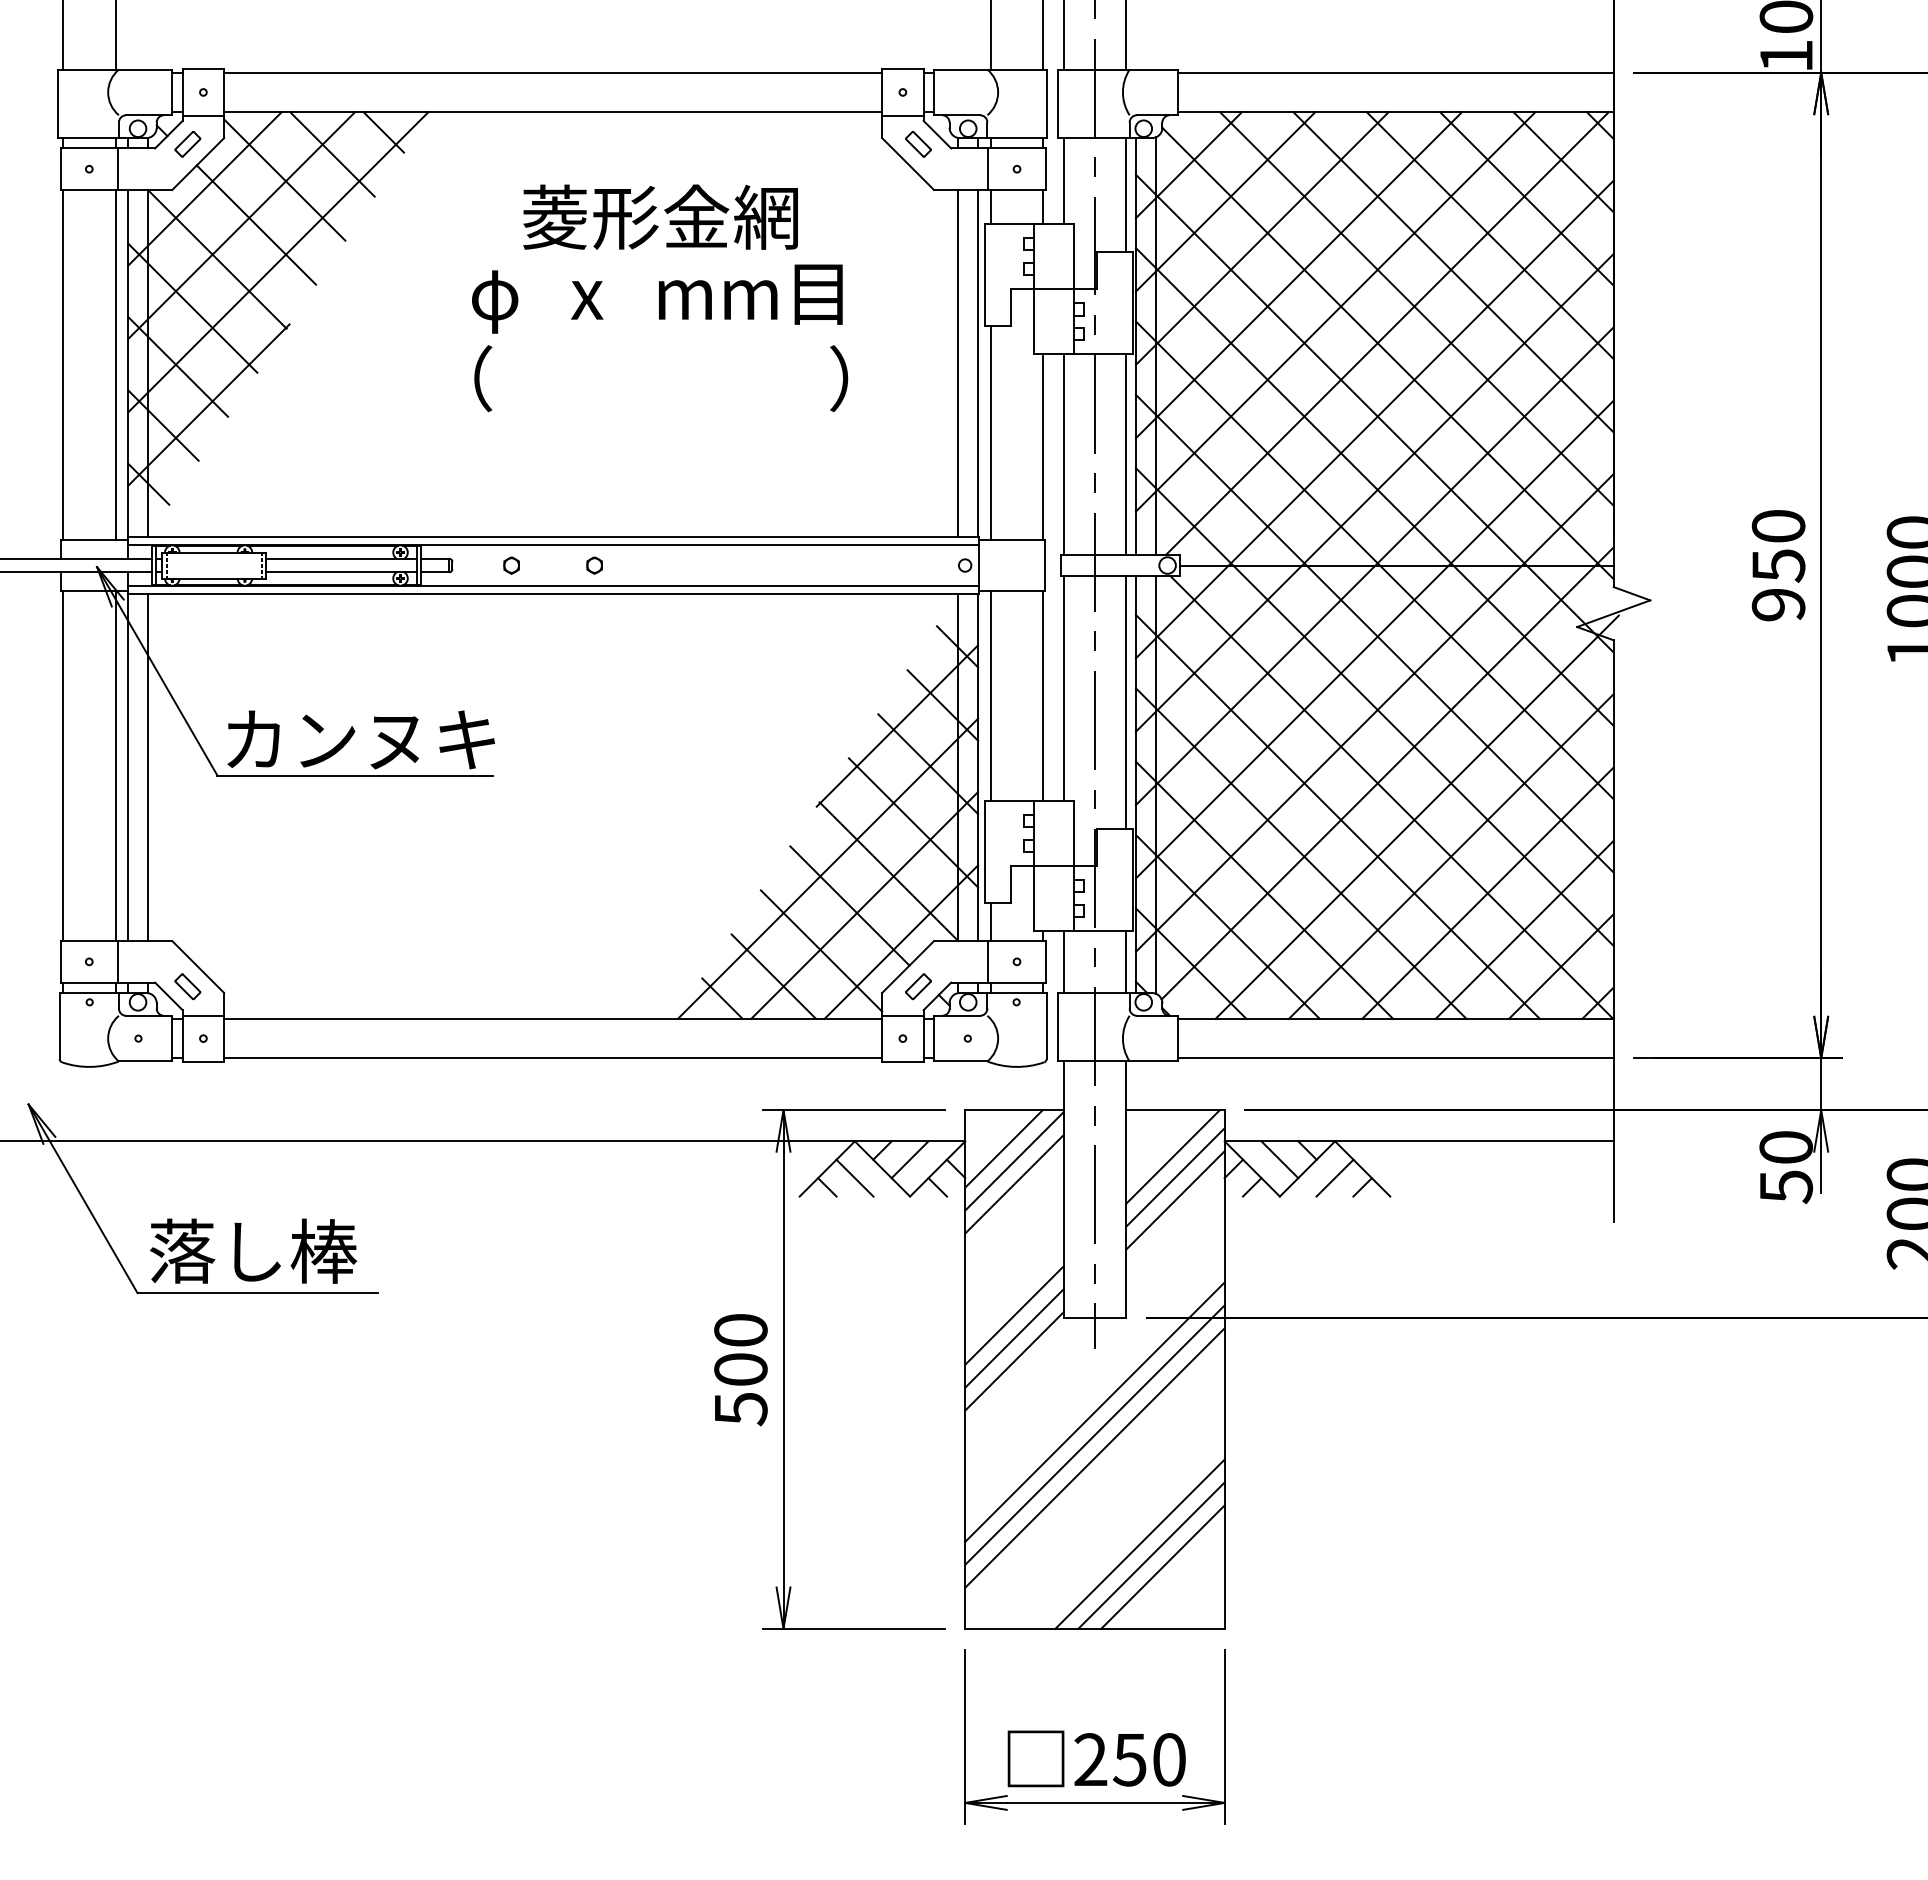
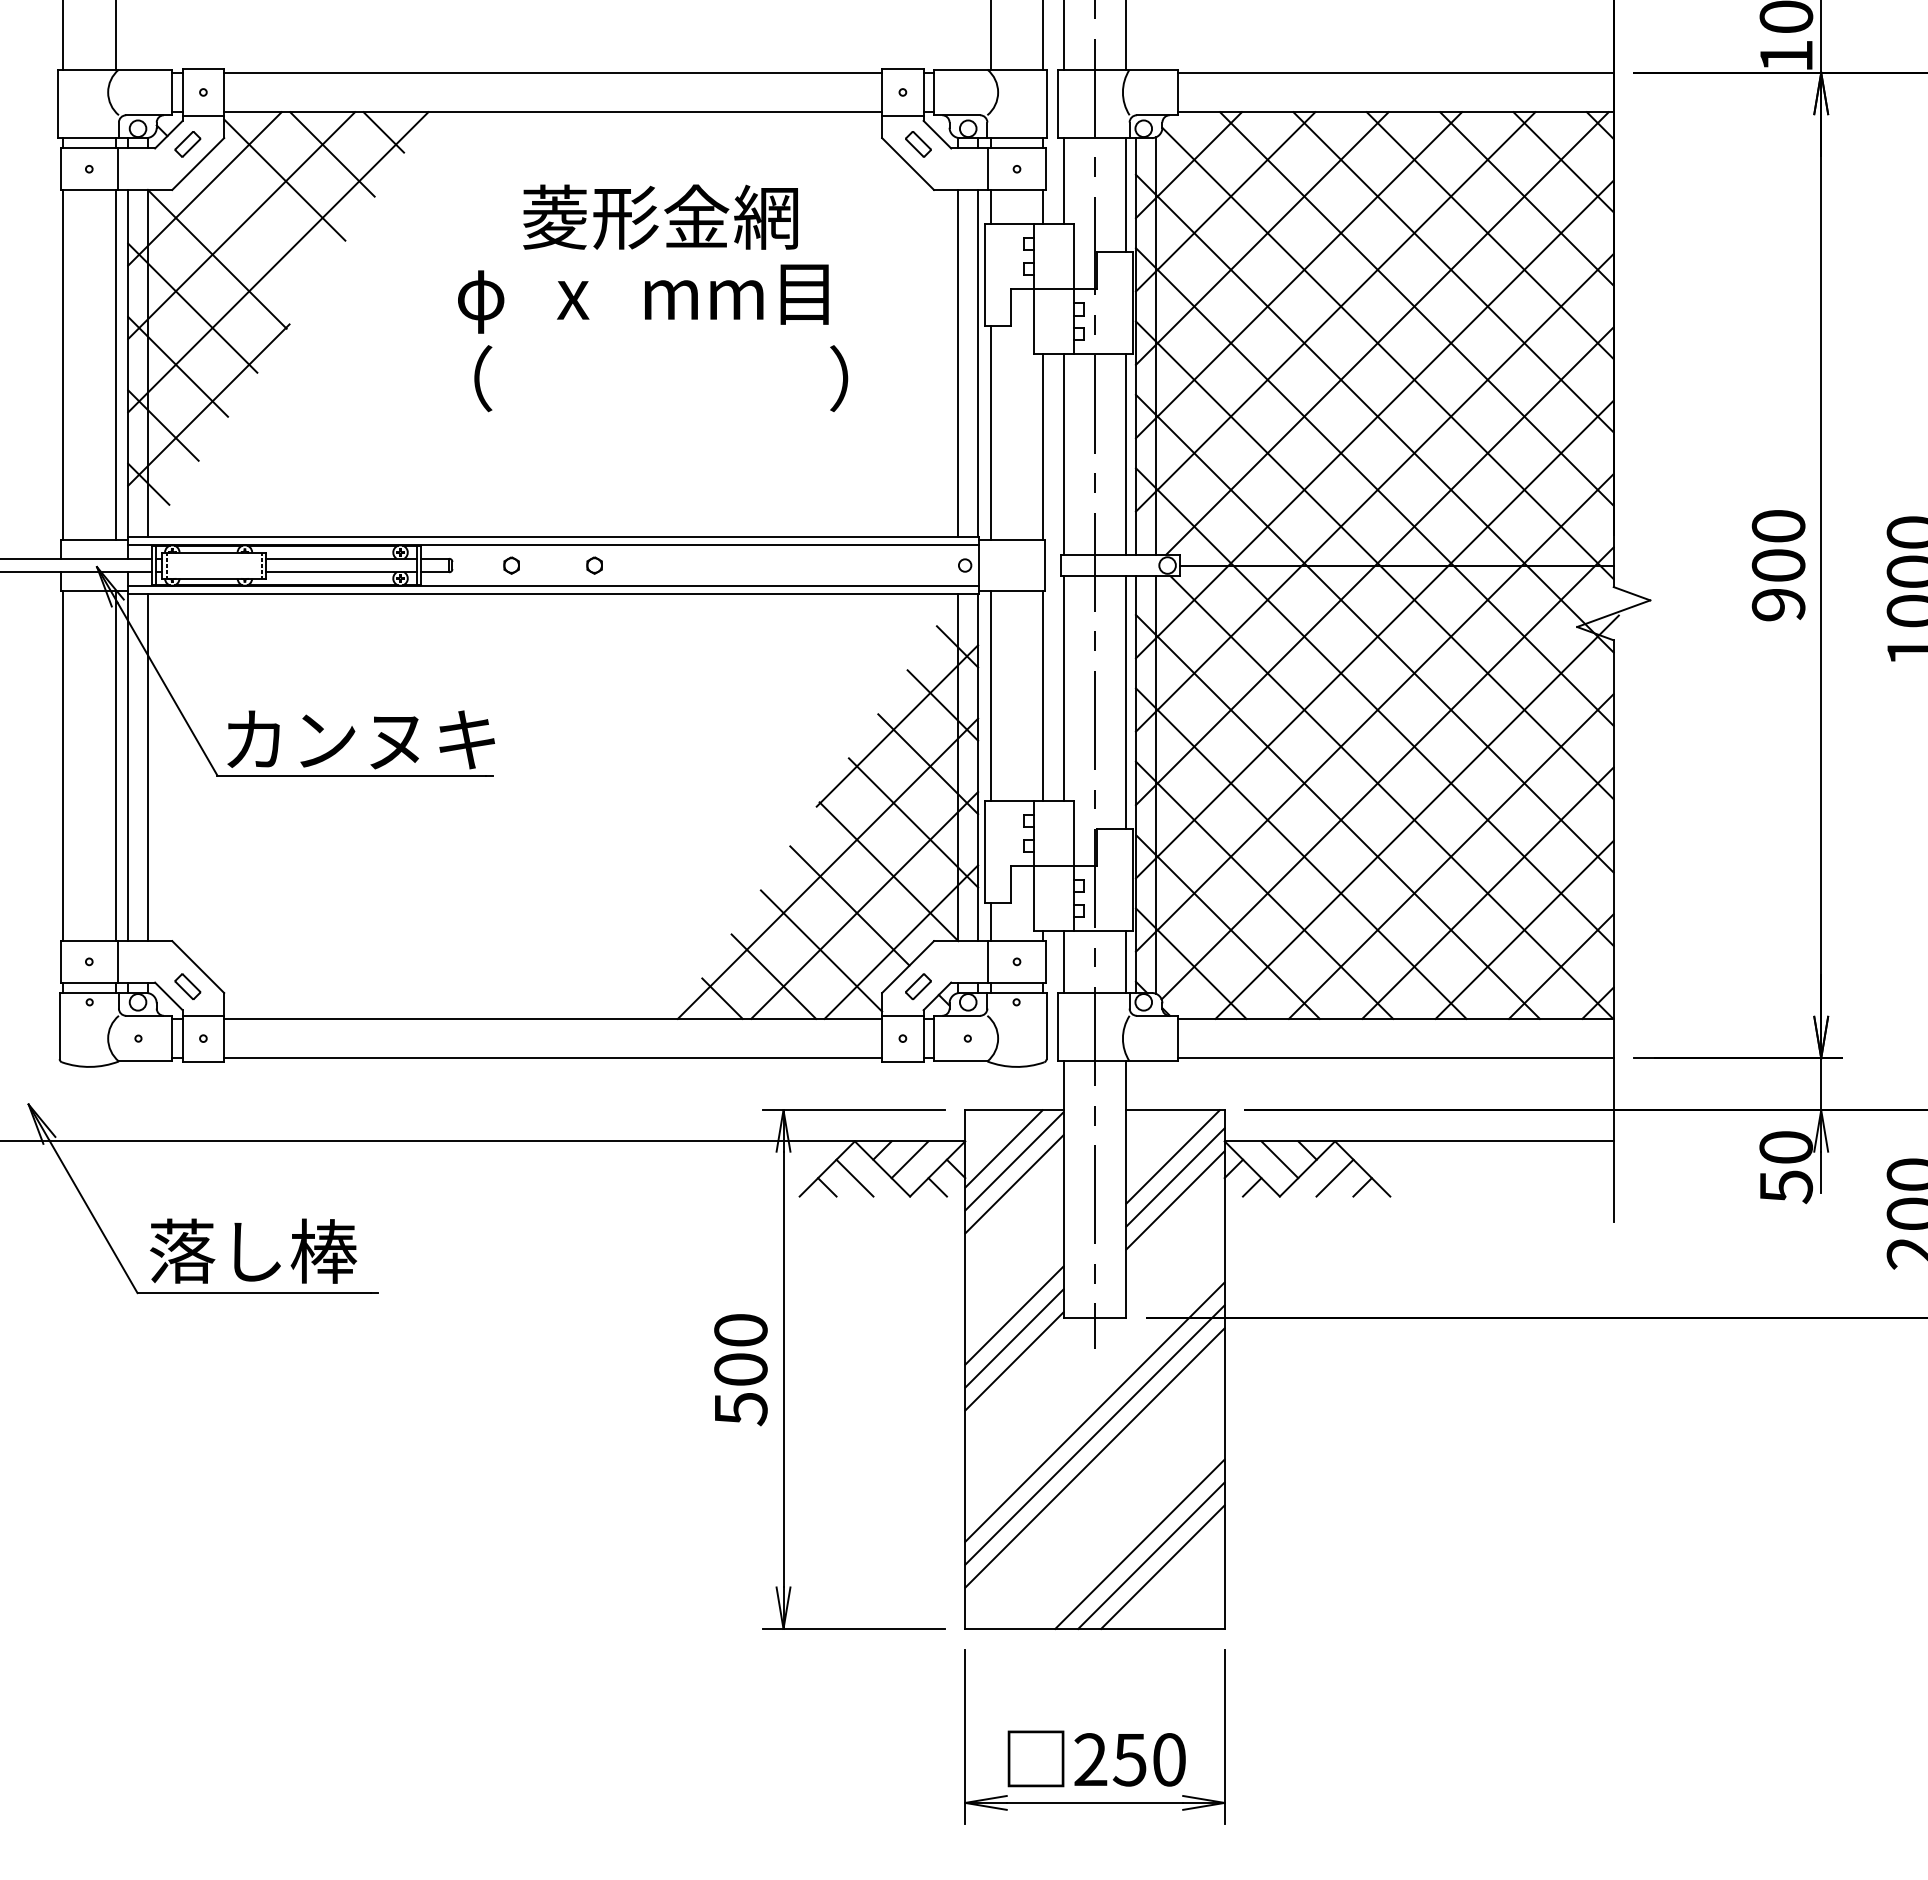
line at (256, 224): present -> none
text at (657, 298) position: (657, 298) -> (643, 298)
text at (1778, 565): 950 -> 900
